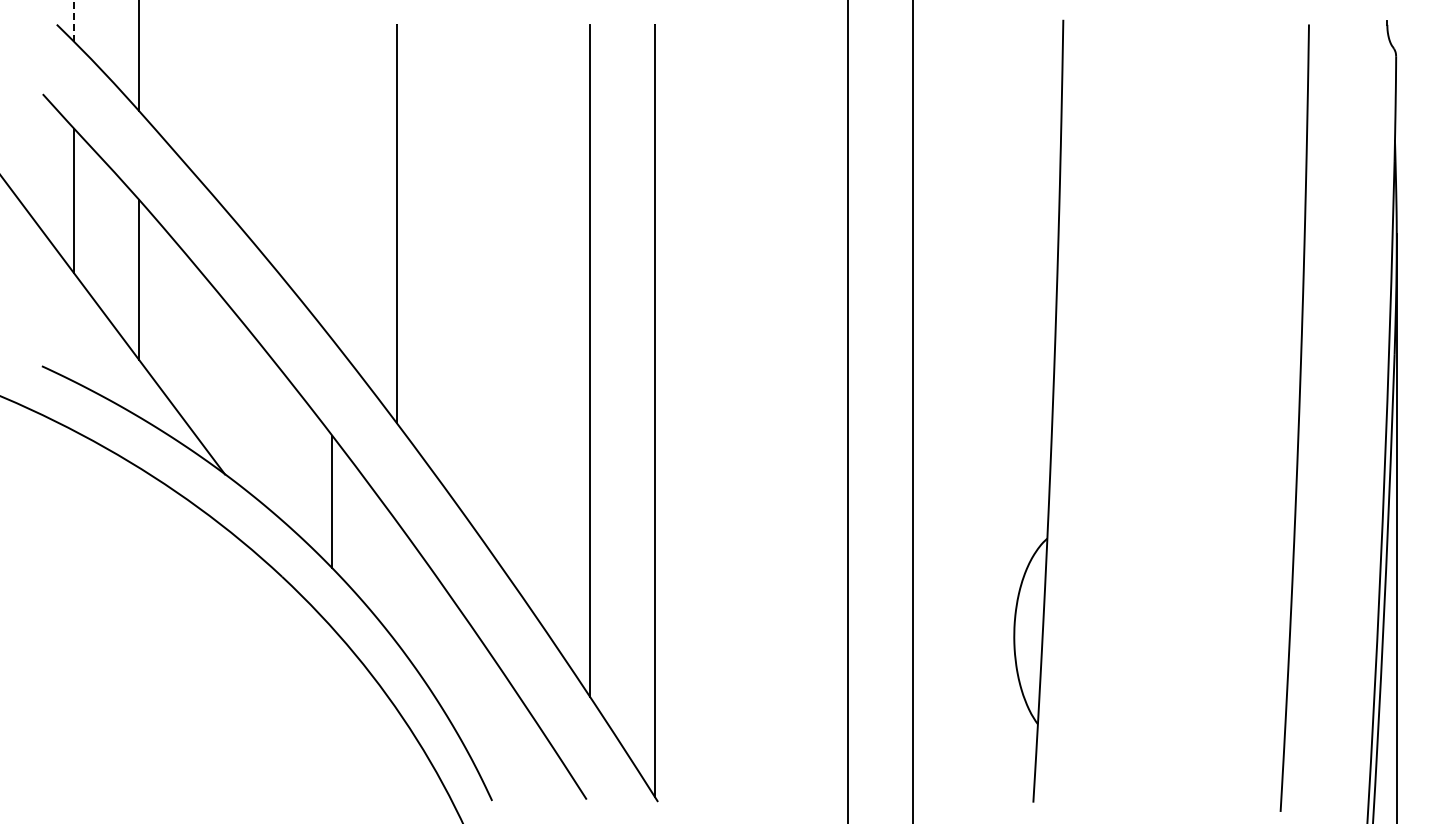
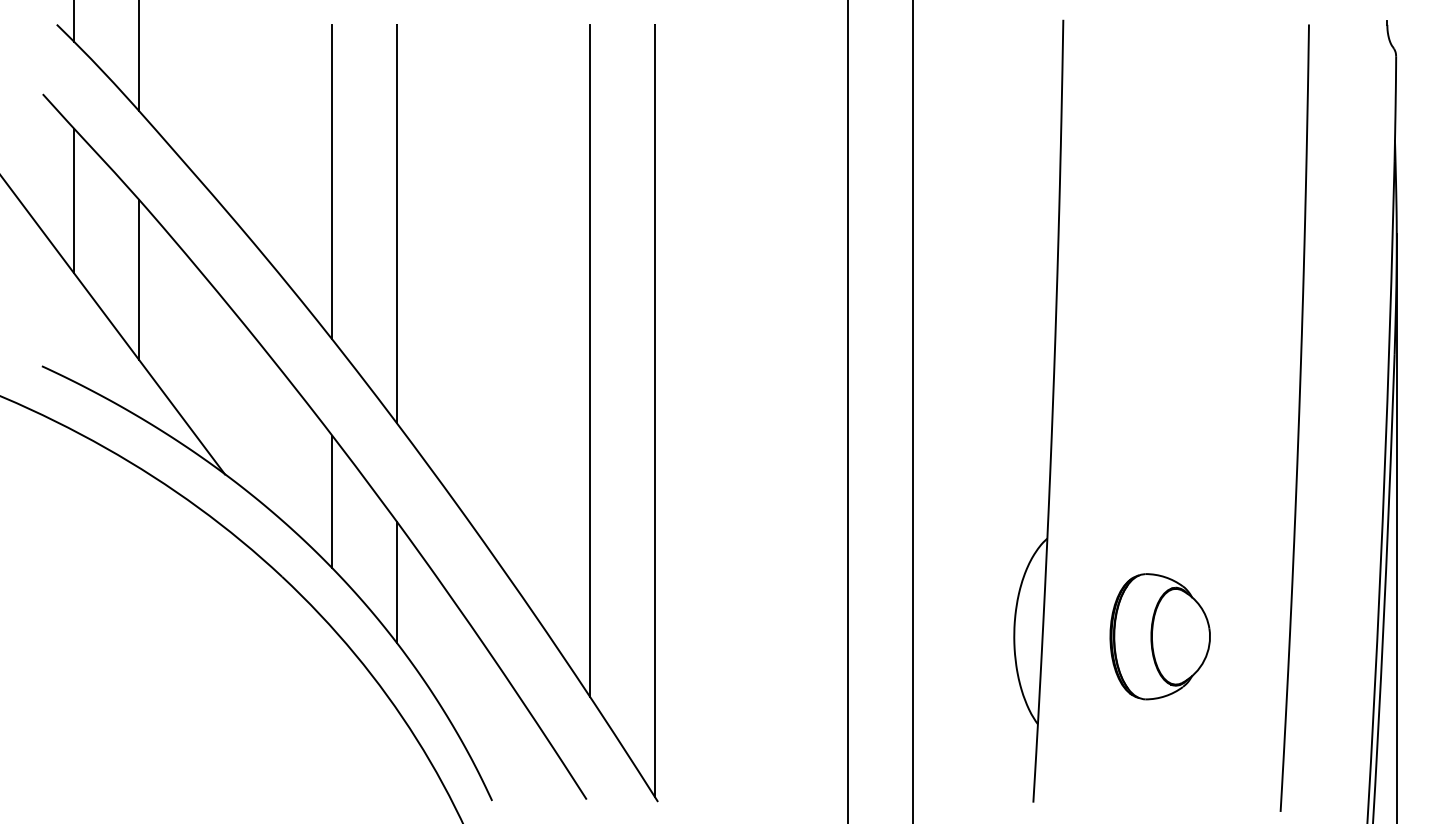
line at (74, 20): dashed -> solid
line at (332, 181): none -> present
line at (396, 582): none -> present
part at (1159, 636): none -> present
